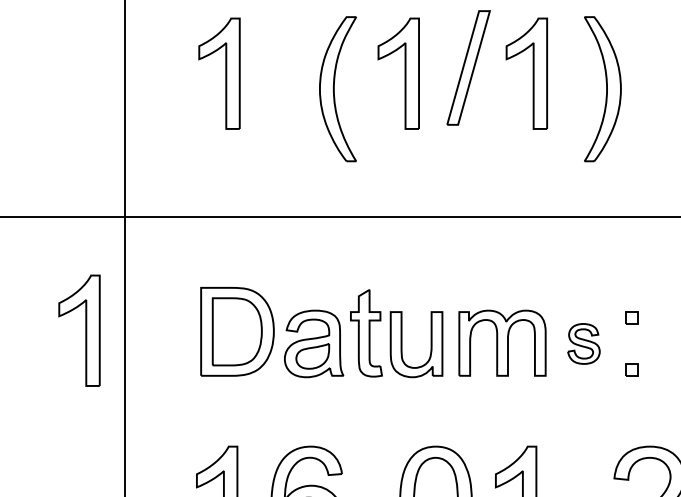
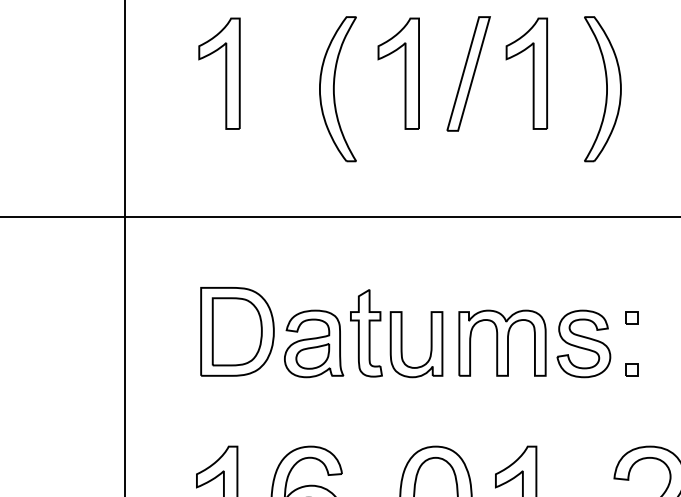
part at (468, 67) position: (468, 67) -> (468, 73)
part at (79, 330): present -> none
part at (583, 343) size: 34x42 px -> 56x70 px
